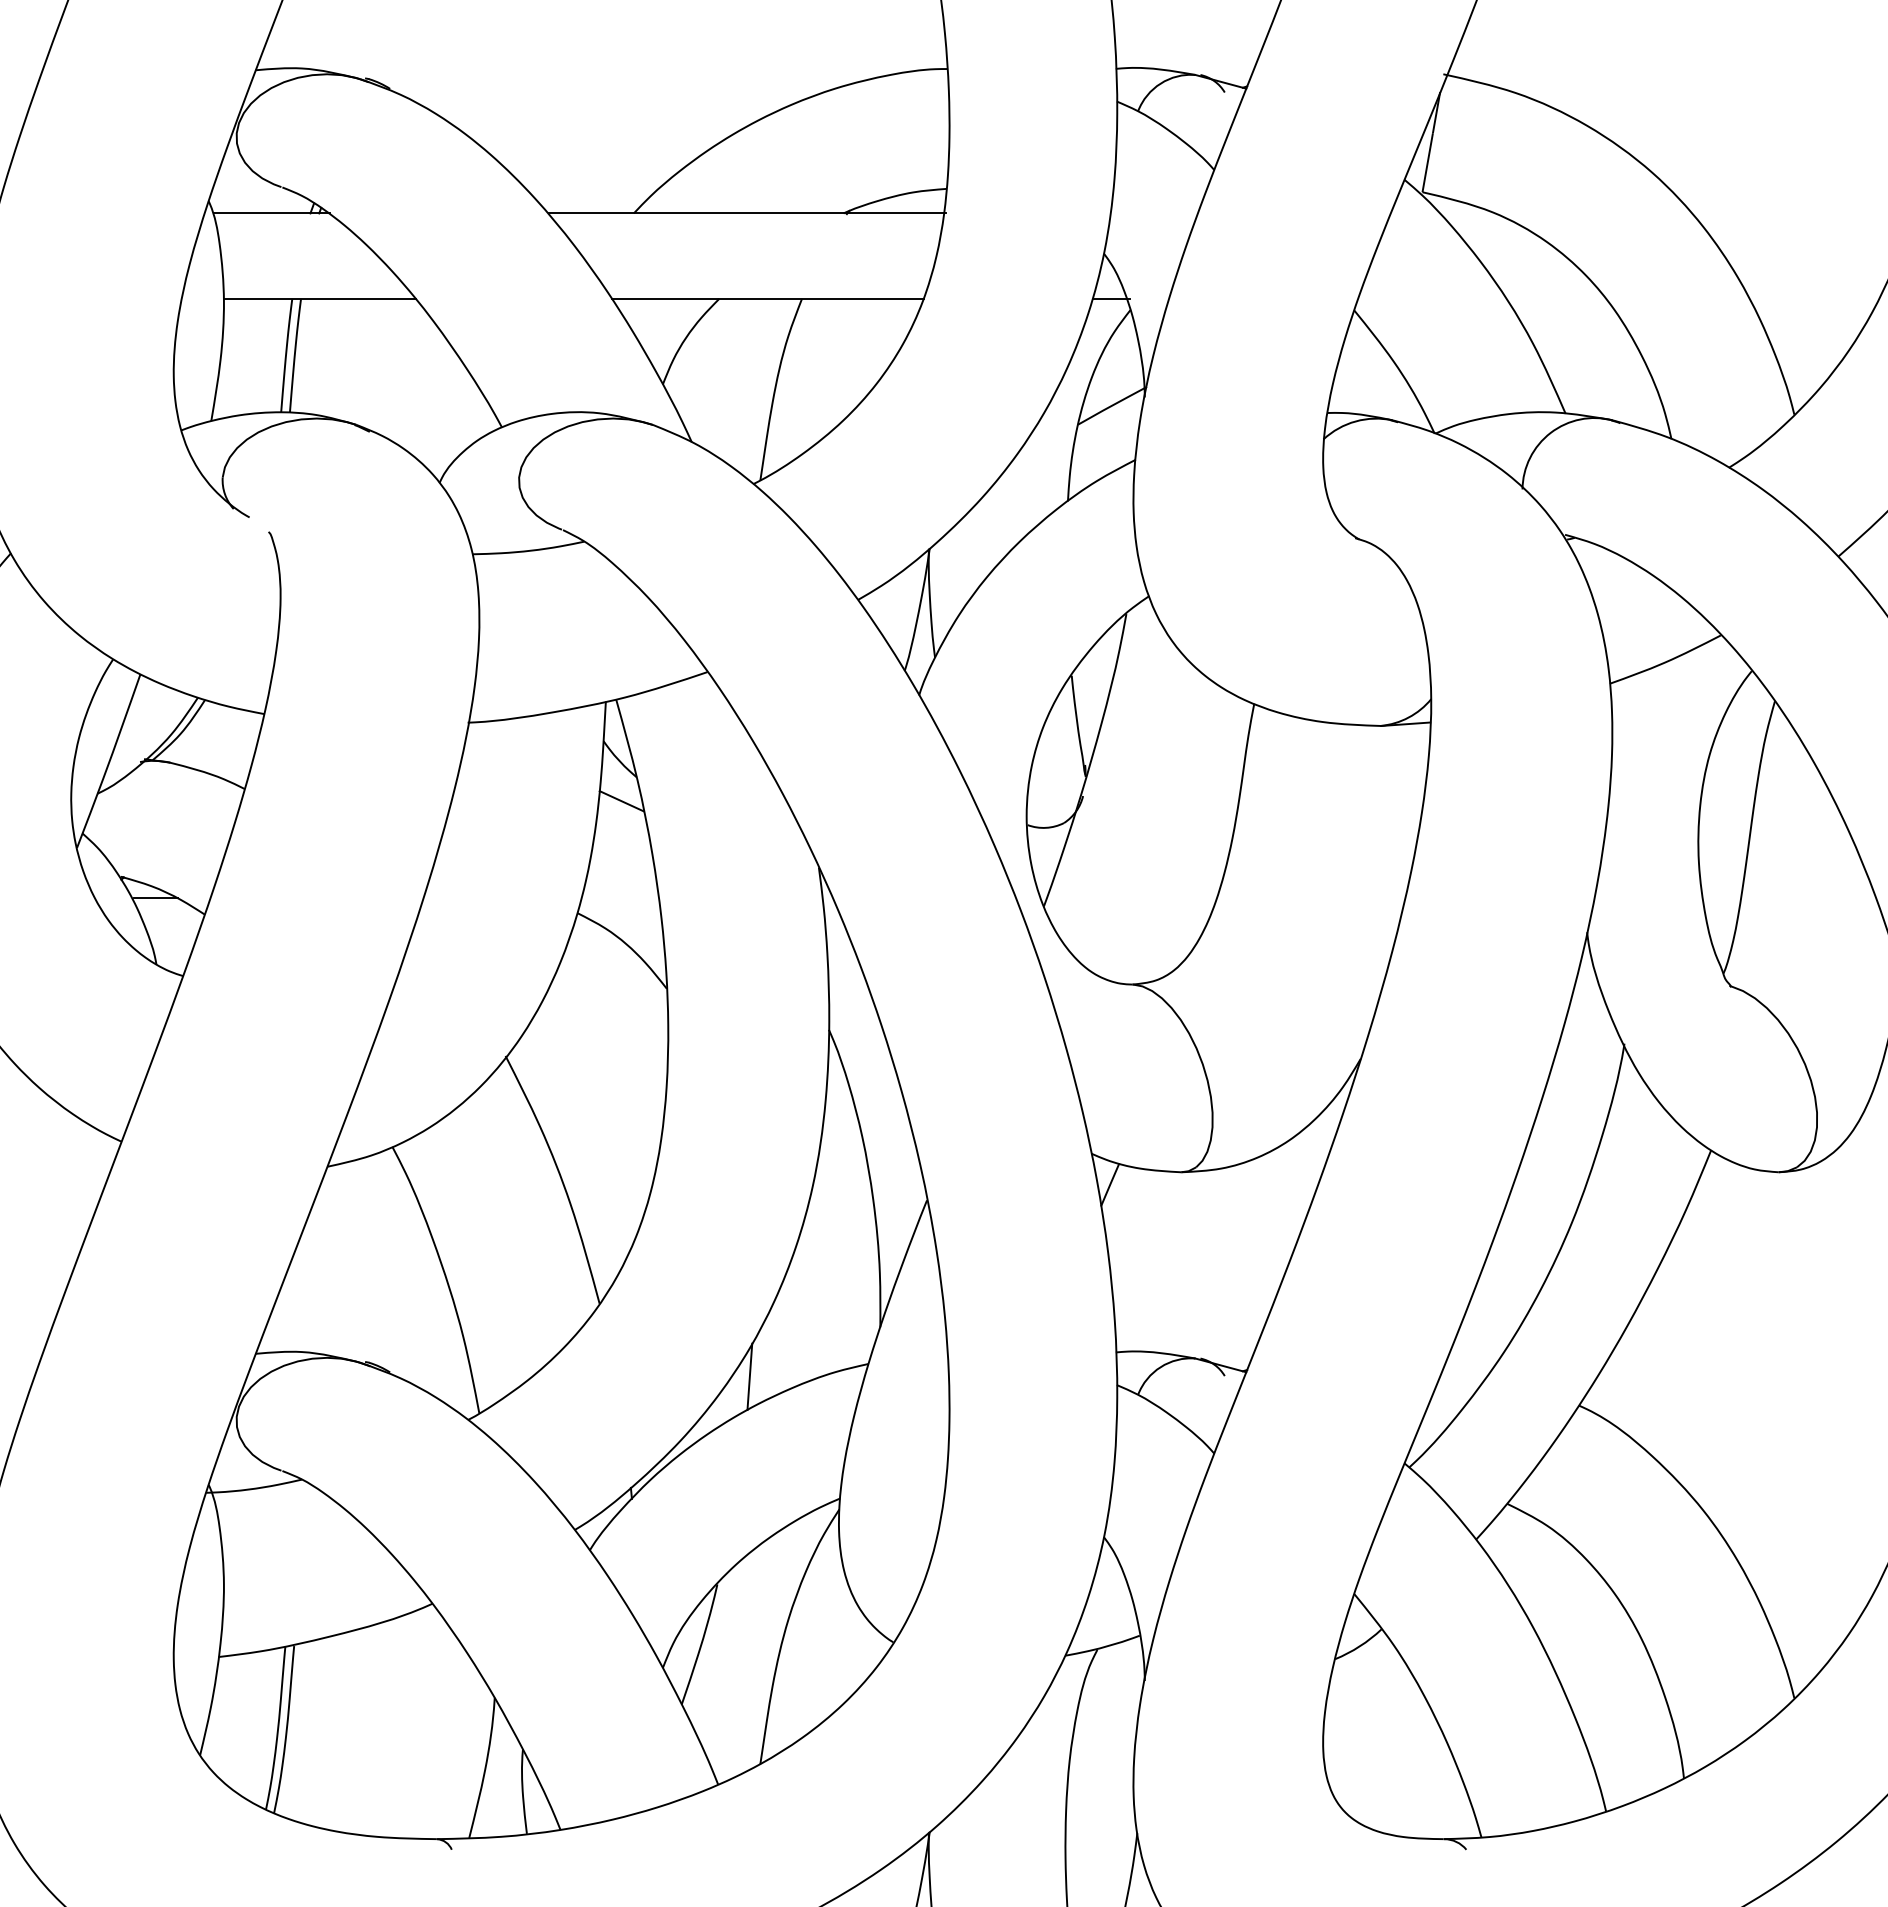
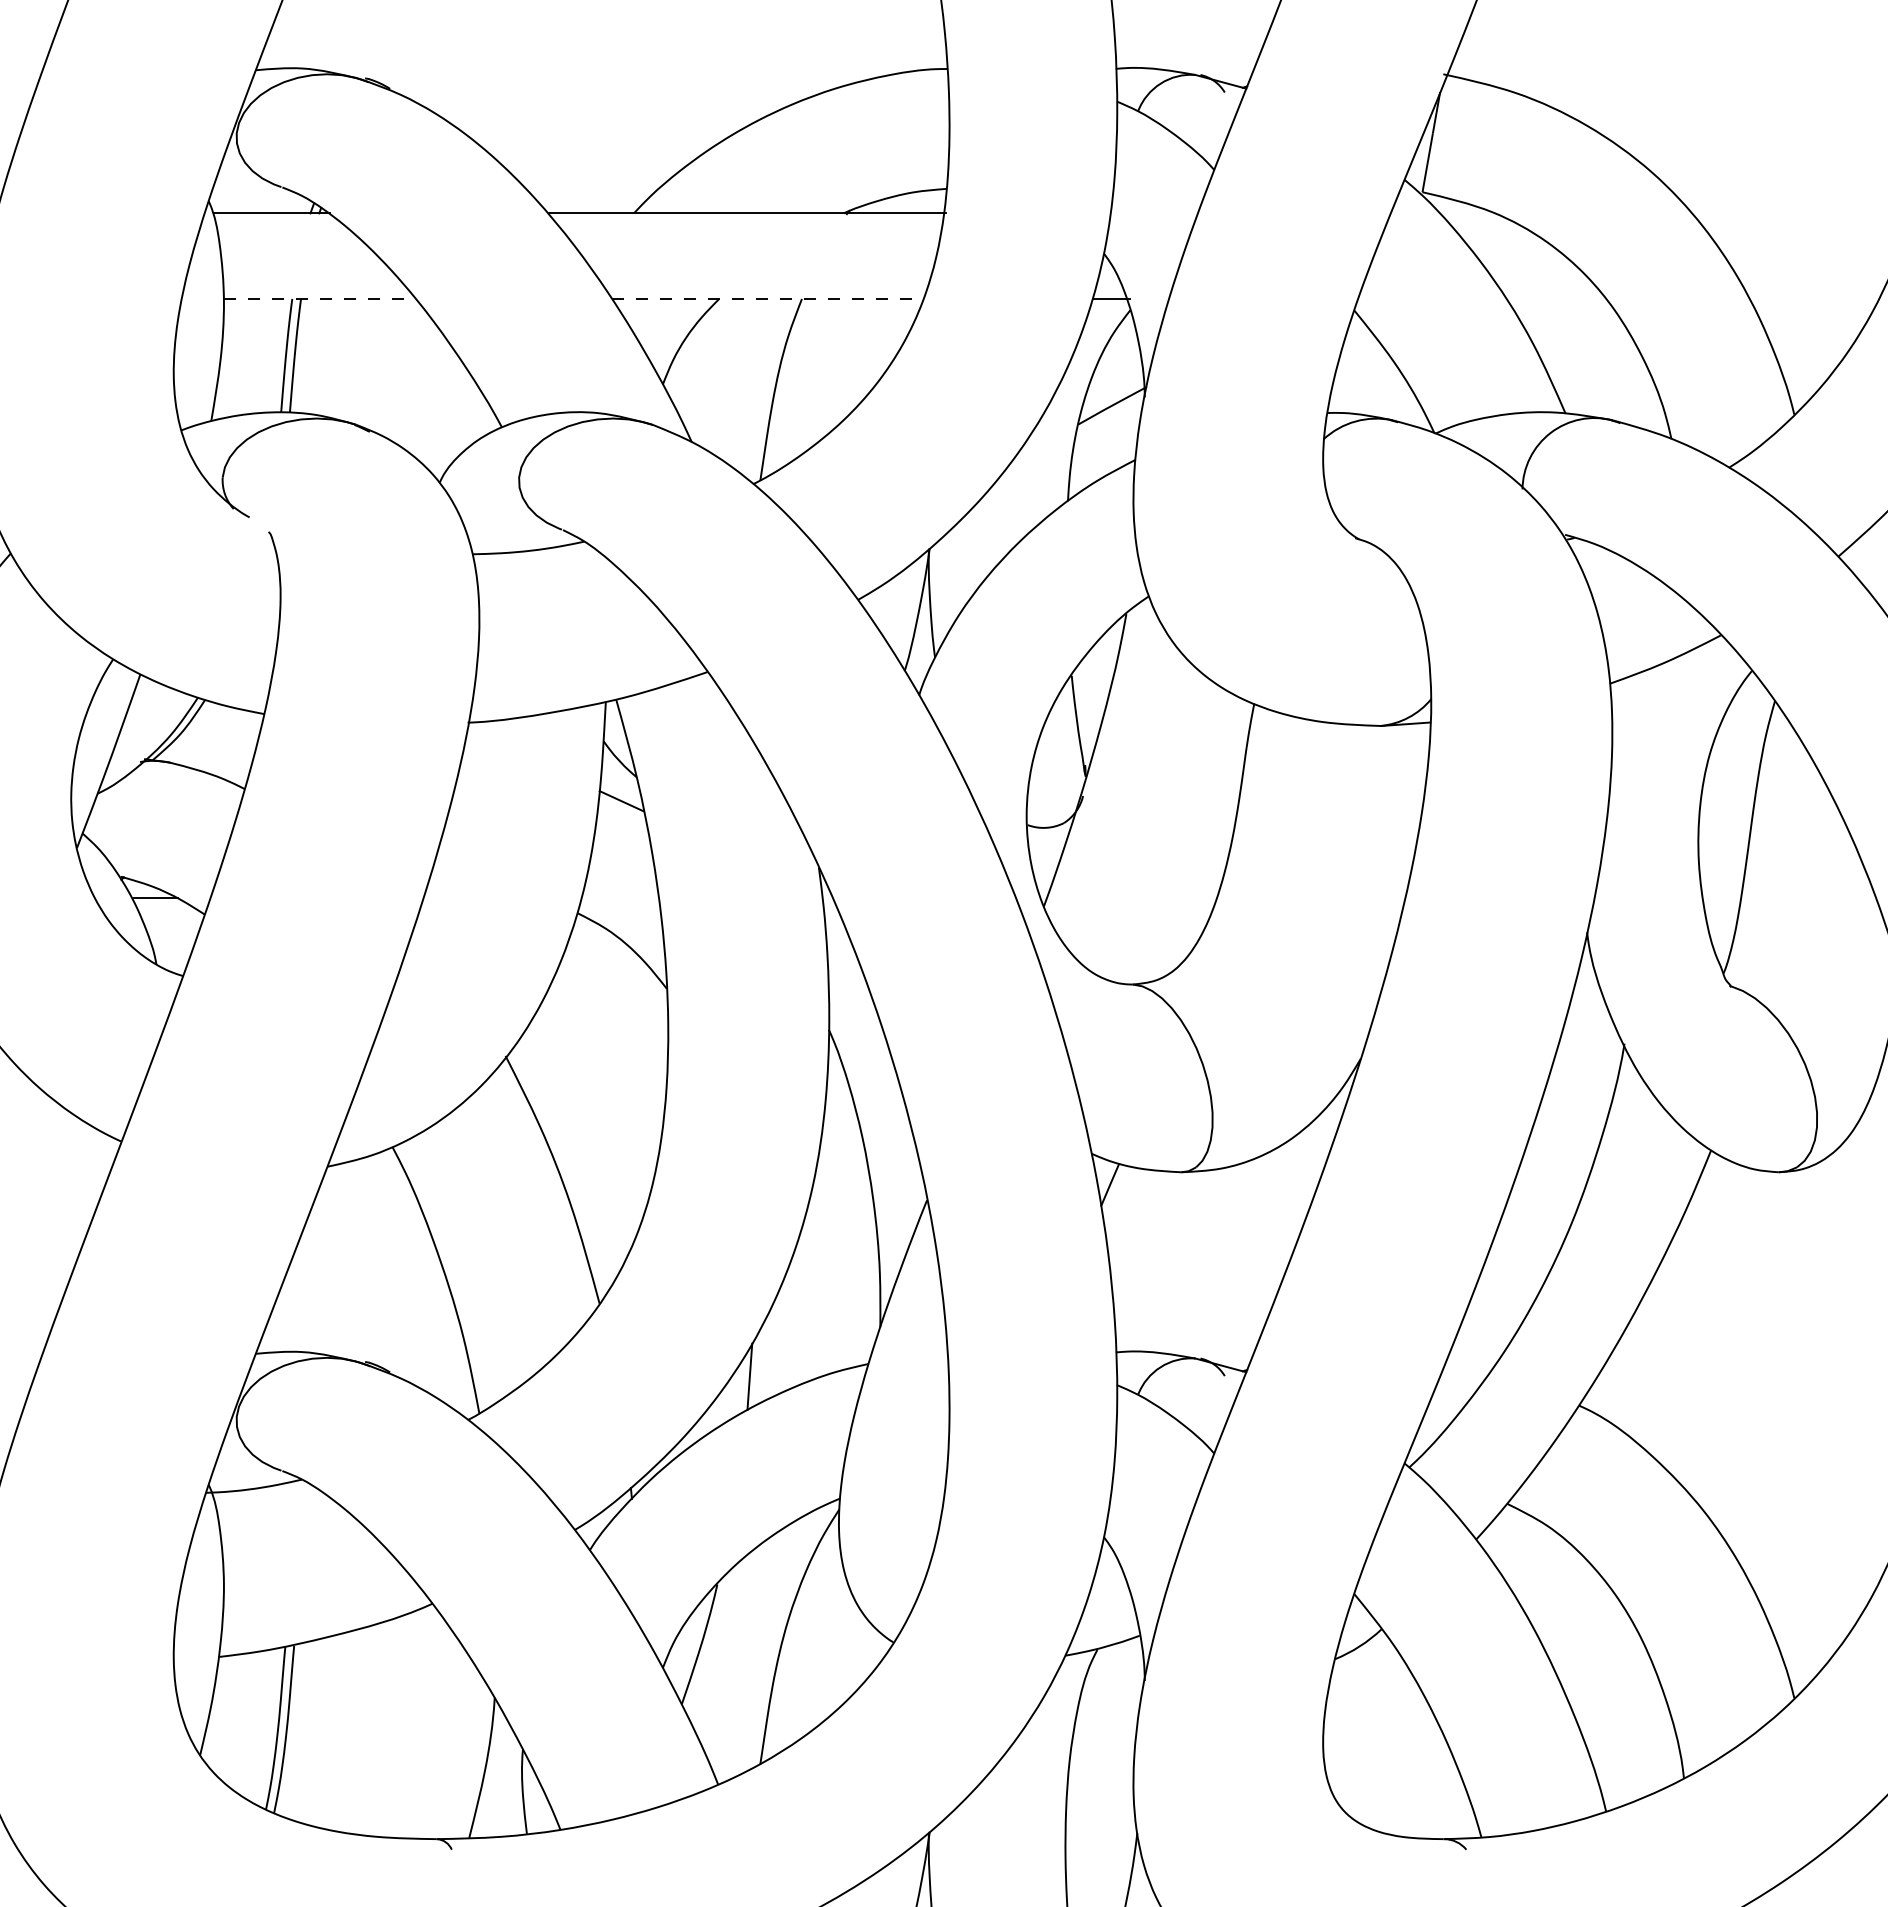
line at (320, 298): solid -> dashed
line at (768, 298): solid -> dashed
